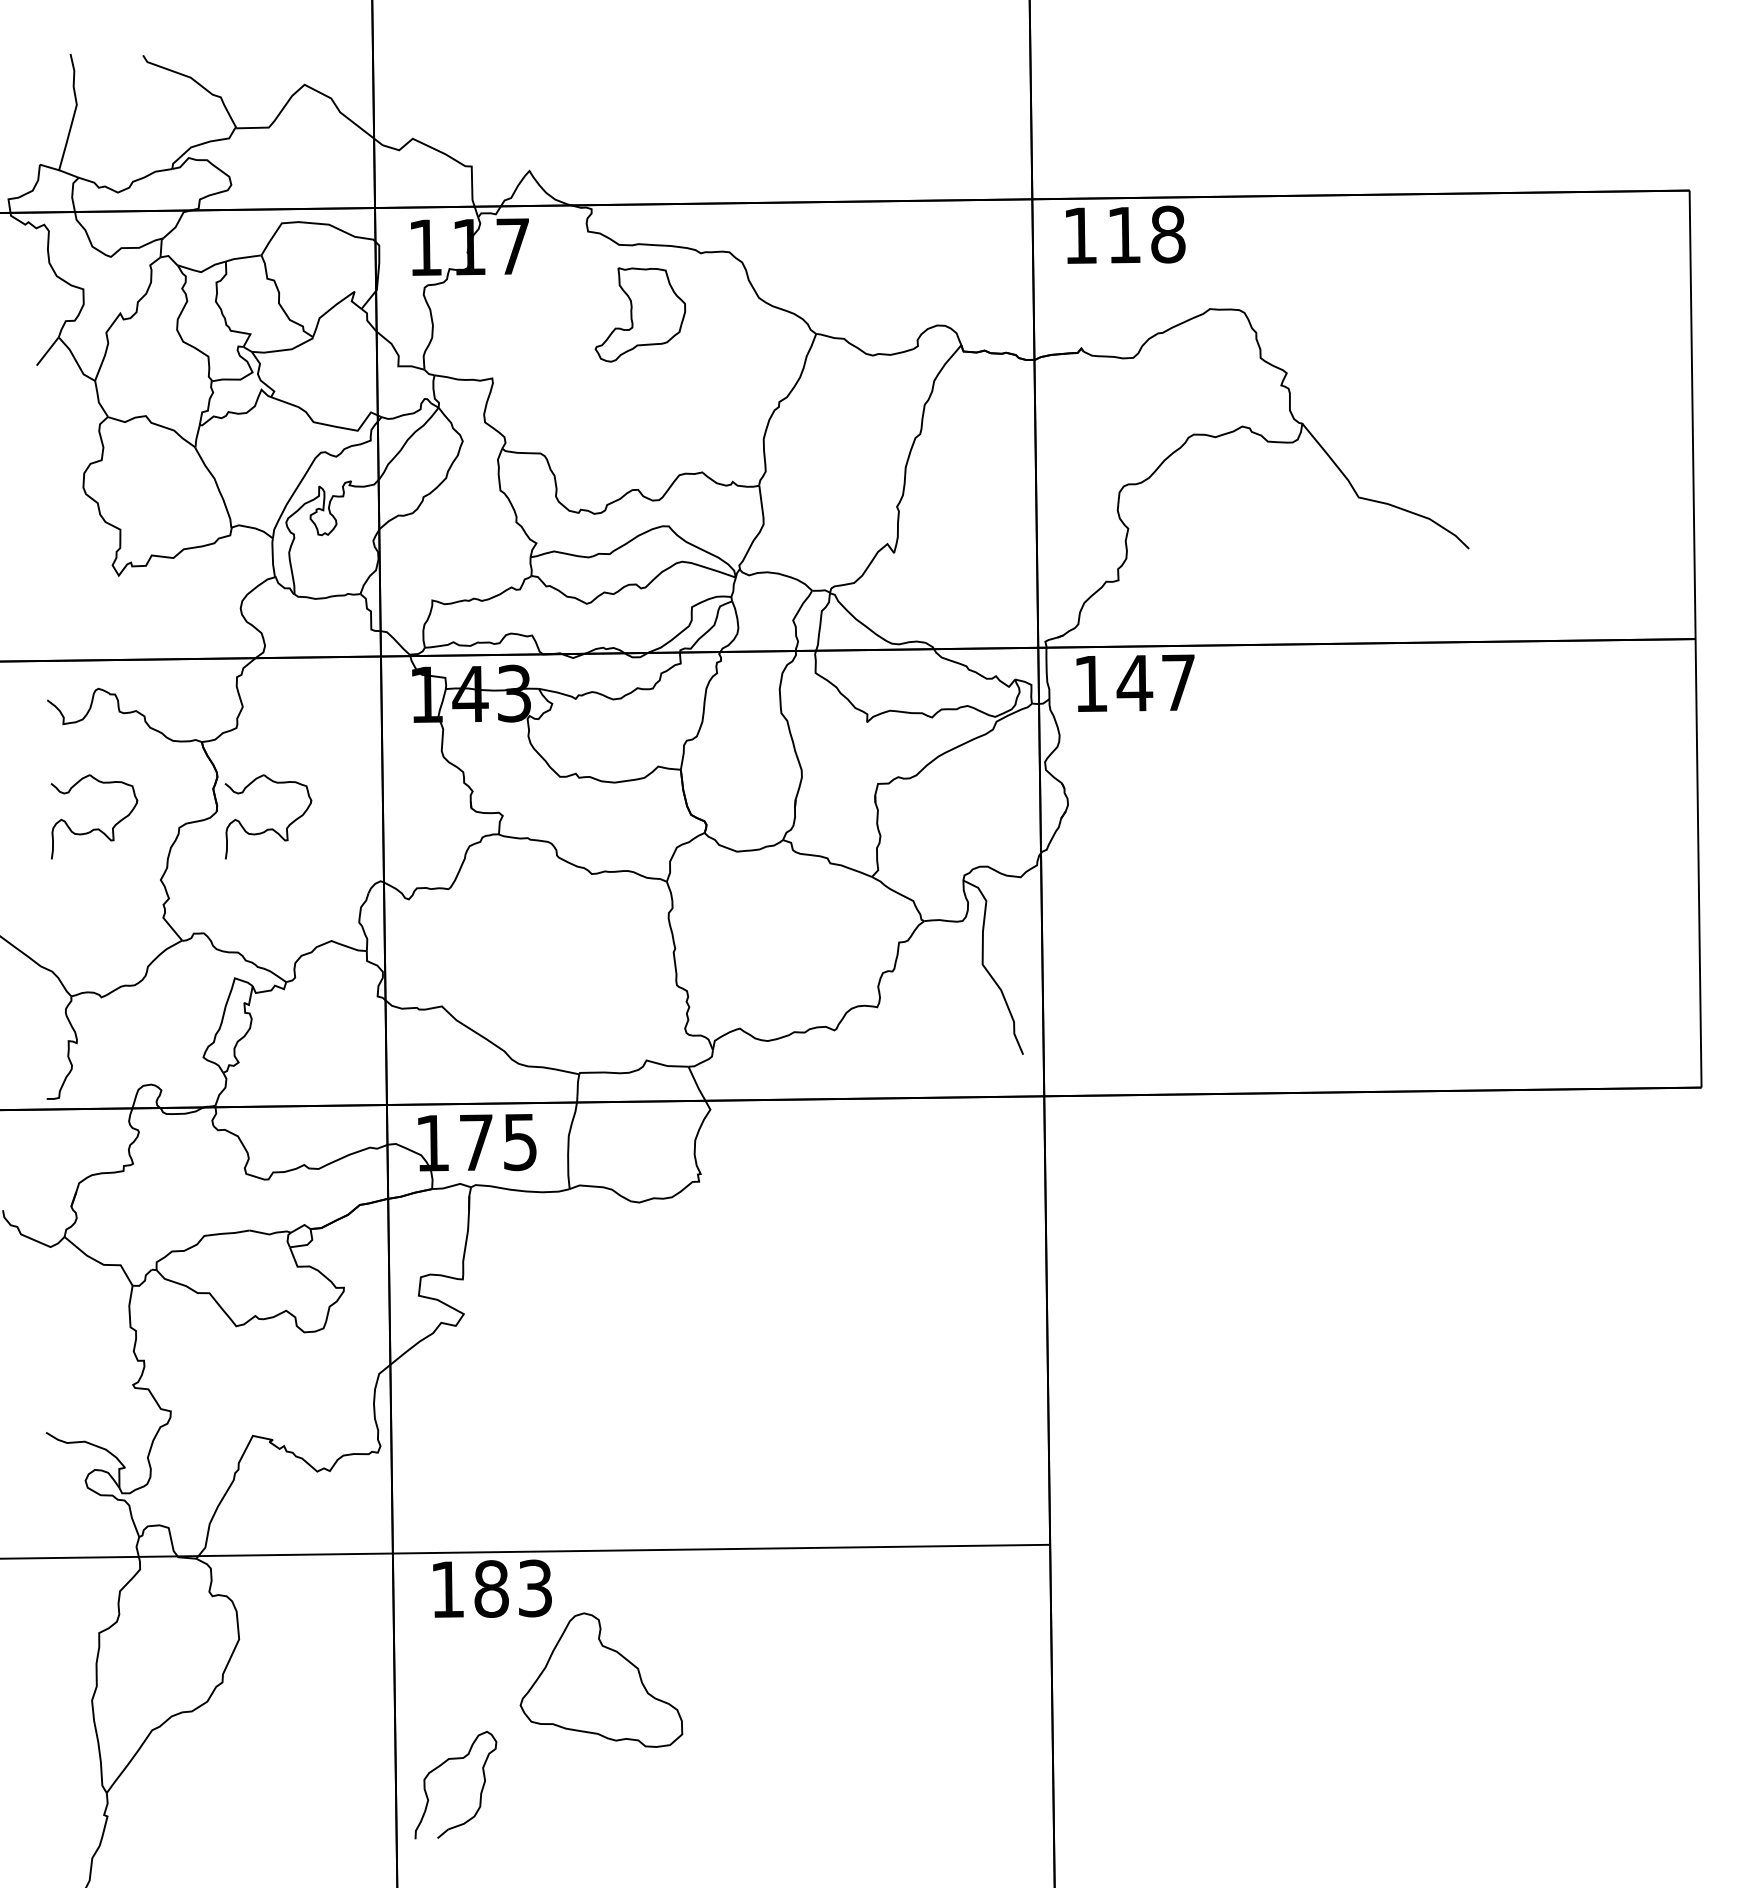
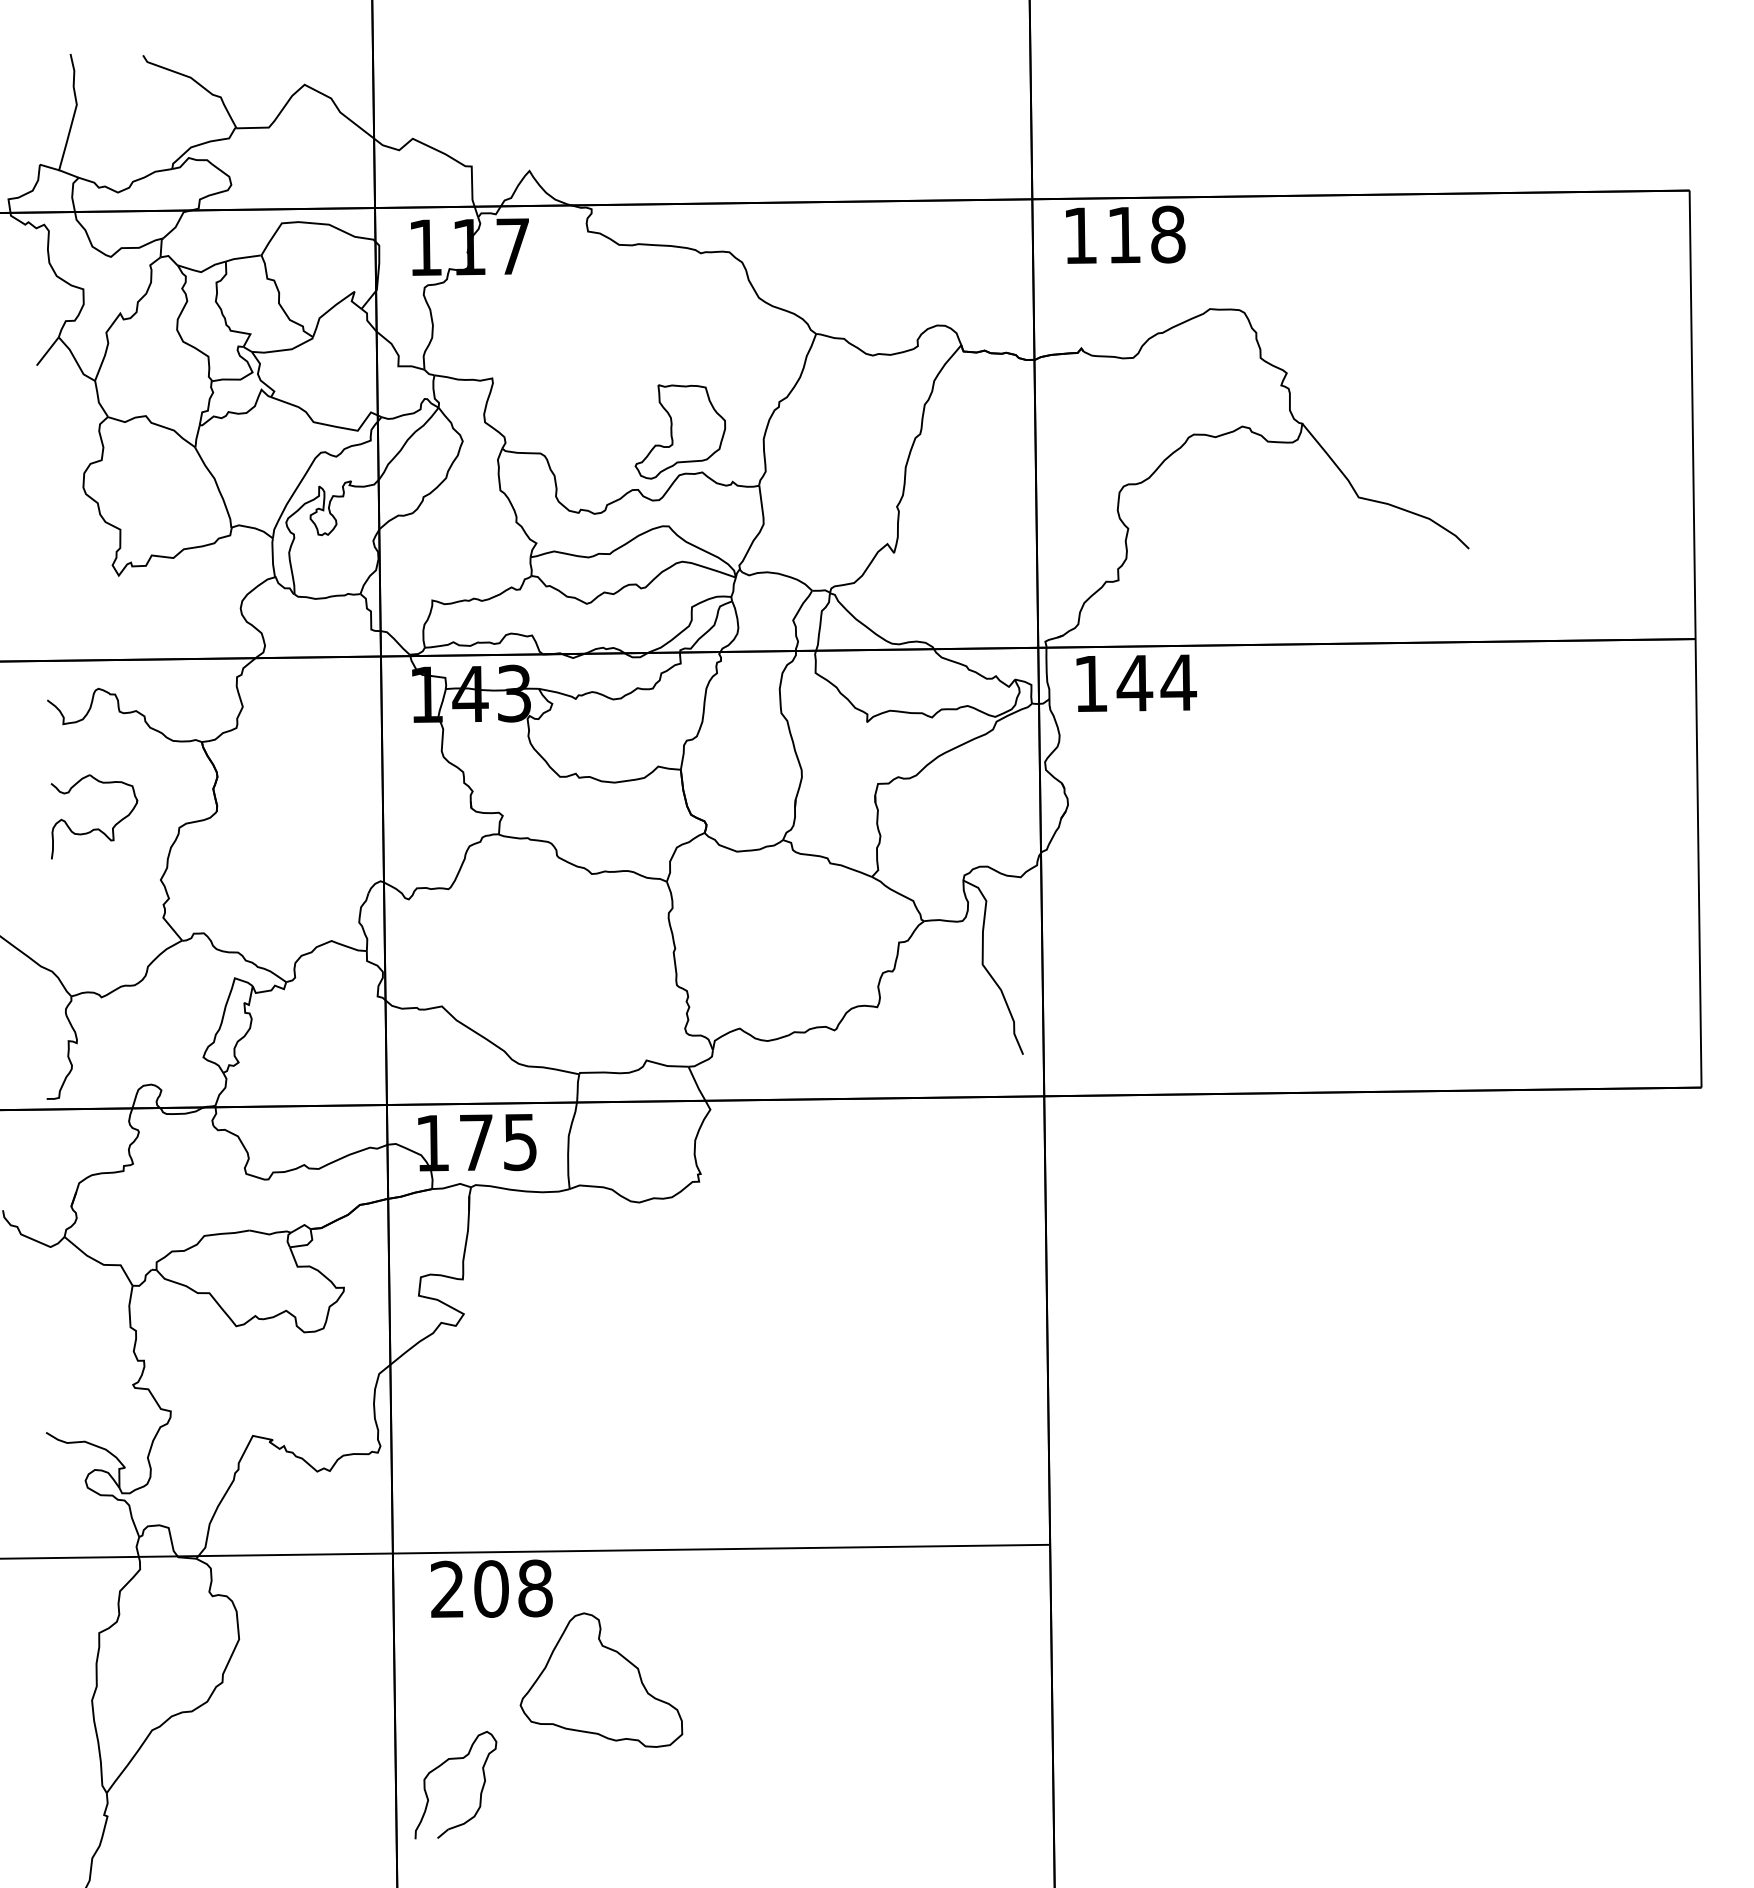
part at (640, 314) position: (640, 314) -> (680, 431)
text at (1178, 682): 147 -> 144
part at (268, 828): present -> none
text at (491, 1588): 183 -> 208
